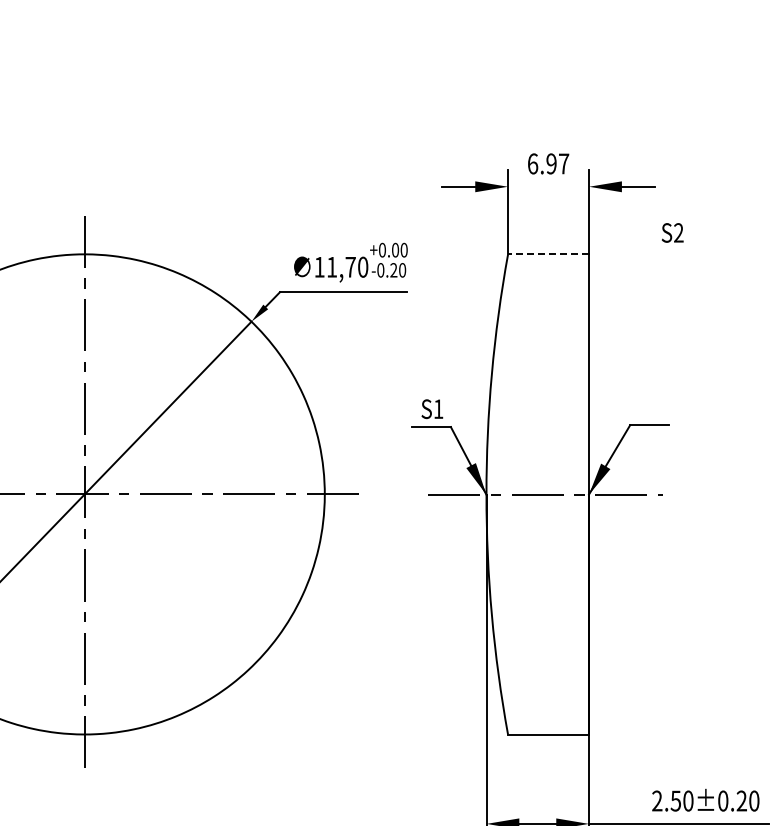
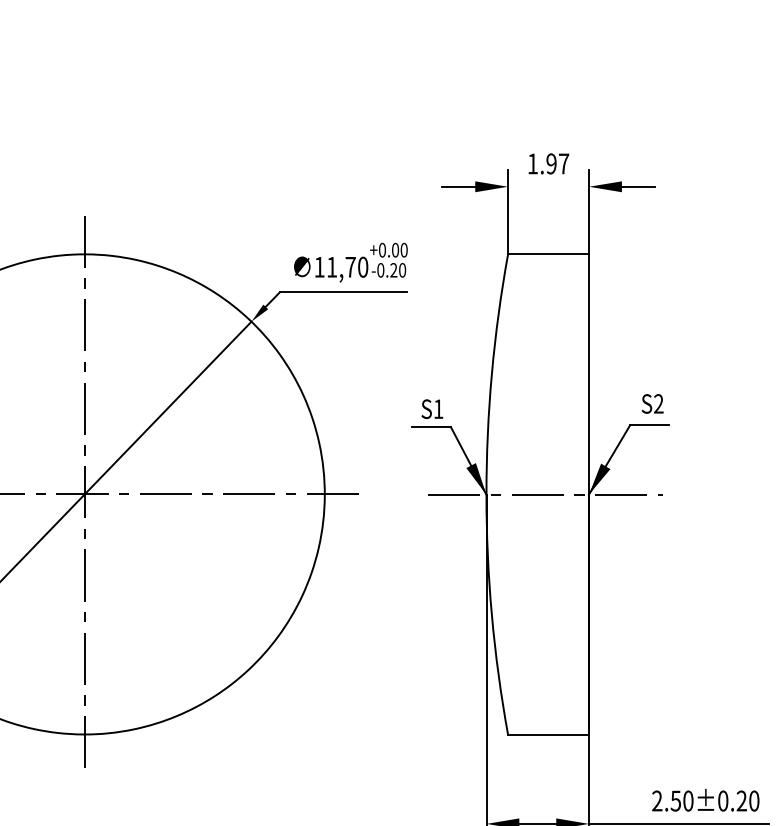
text at (533, 163): 6.97 -> 1.97
text at (672, 232) position: (672, 232) -> (652, 403)
line at (548, 254): dashed -> solid
